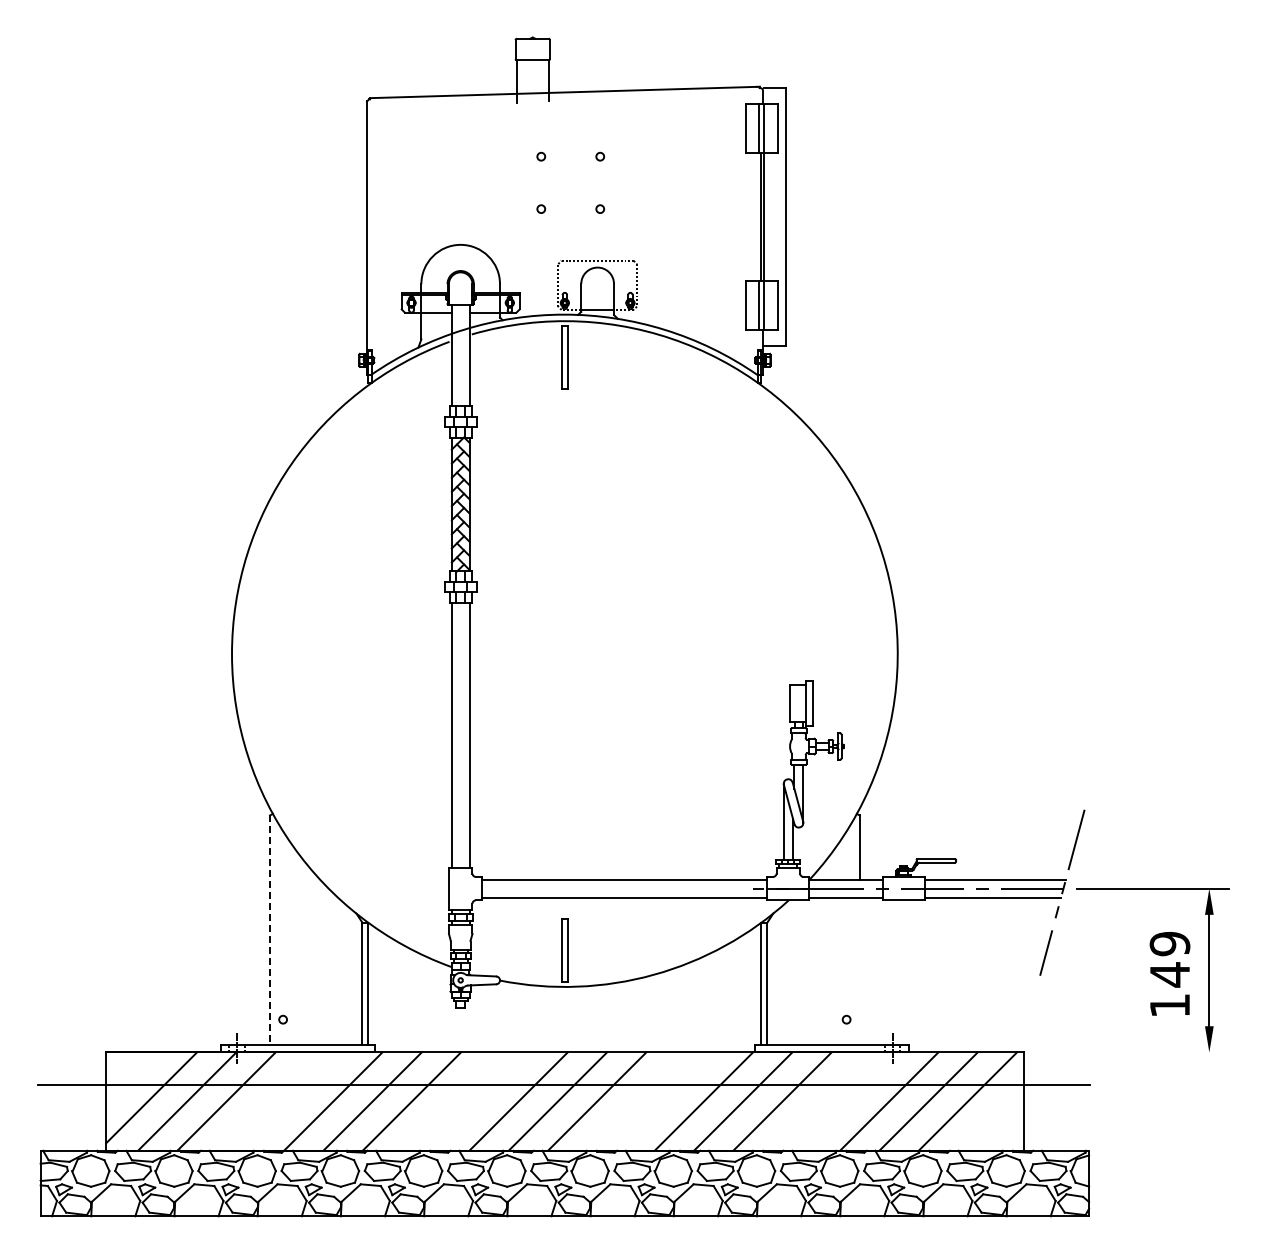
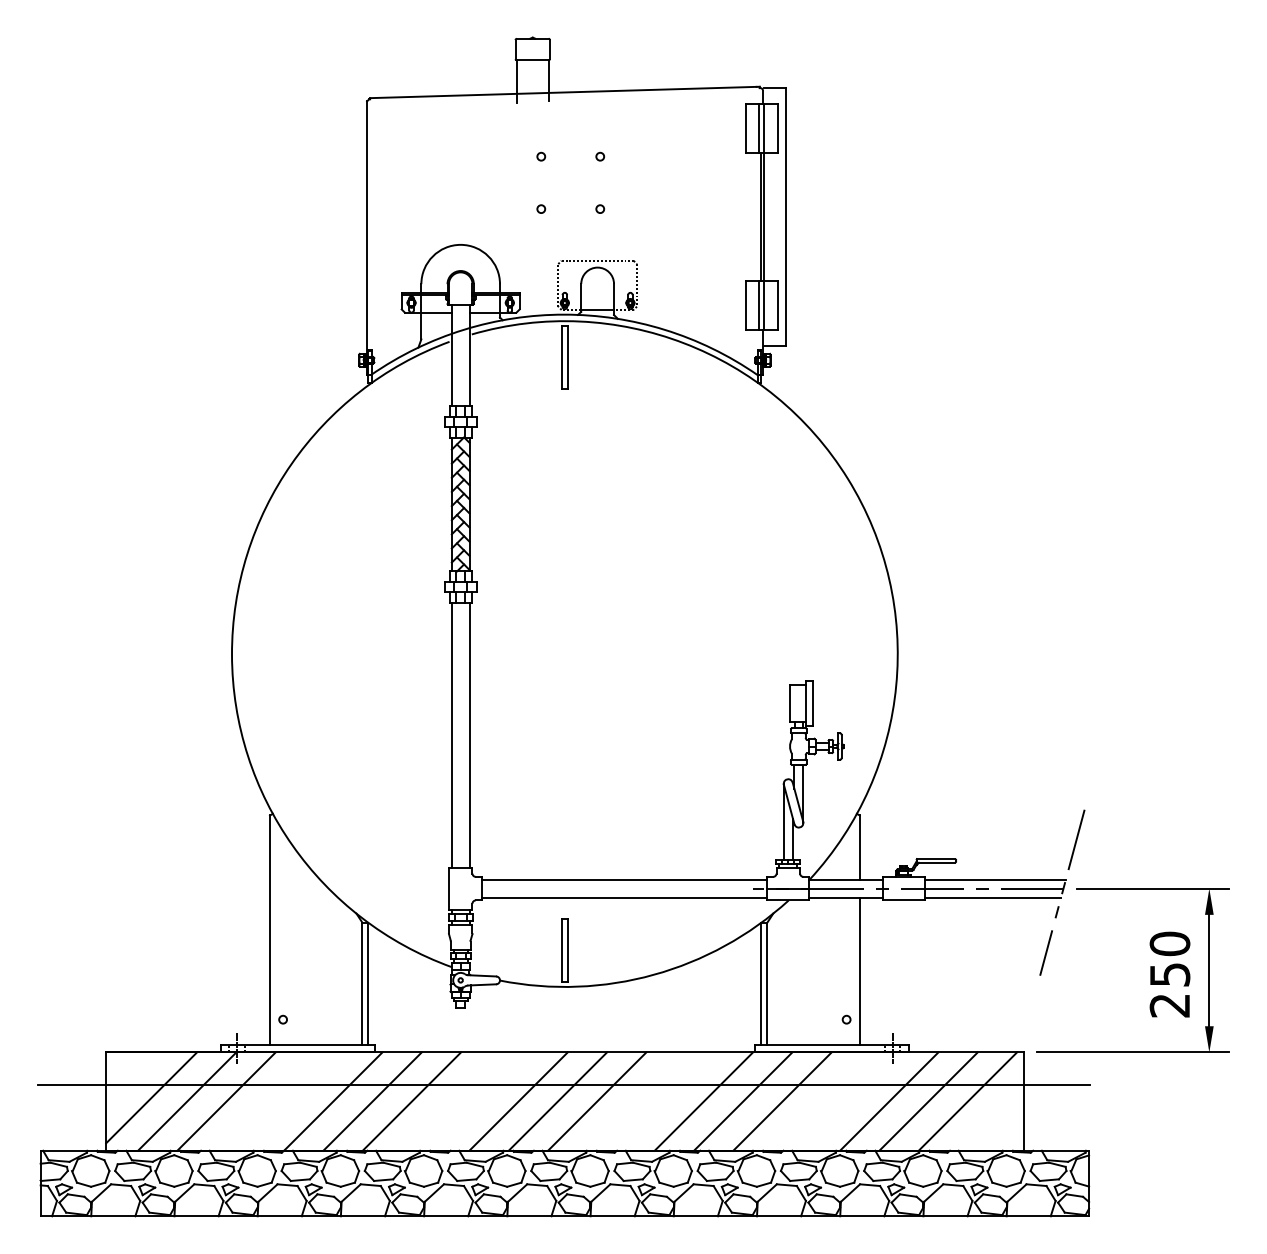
line at (270, 930): dashed -> solid
line at (859, 970): none -> present
text at (1169, 974): 149 -> 250
line at (1132, 1052): none -> present
